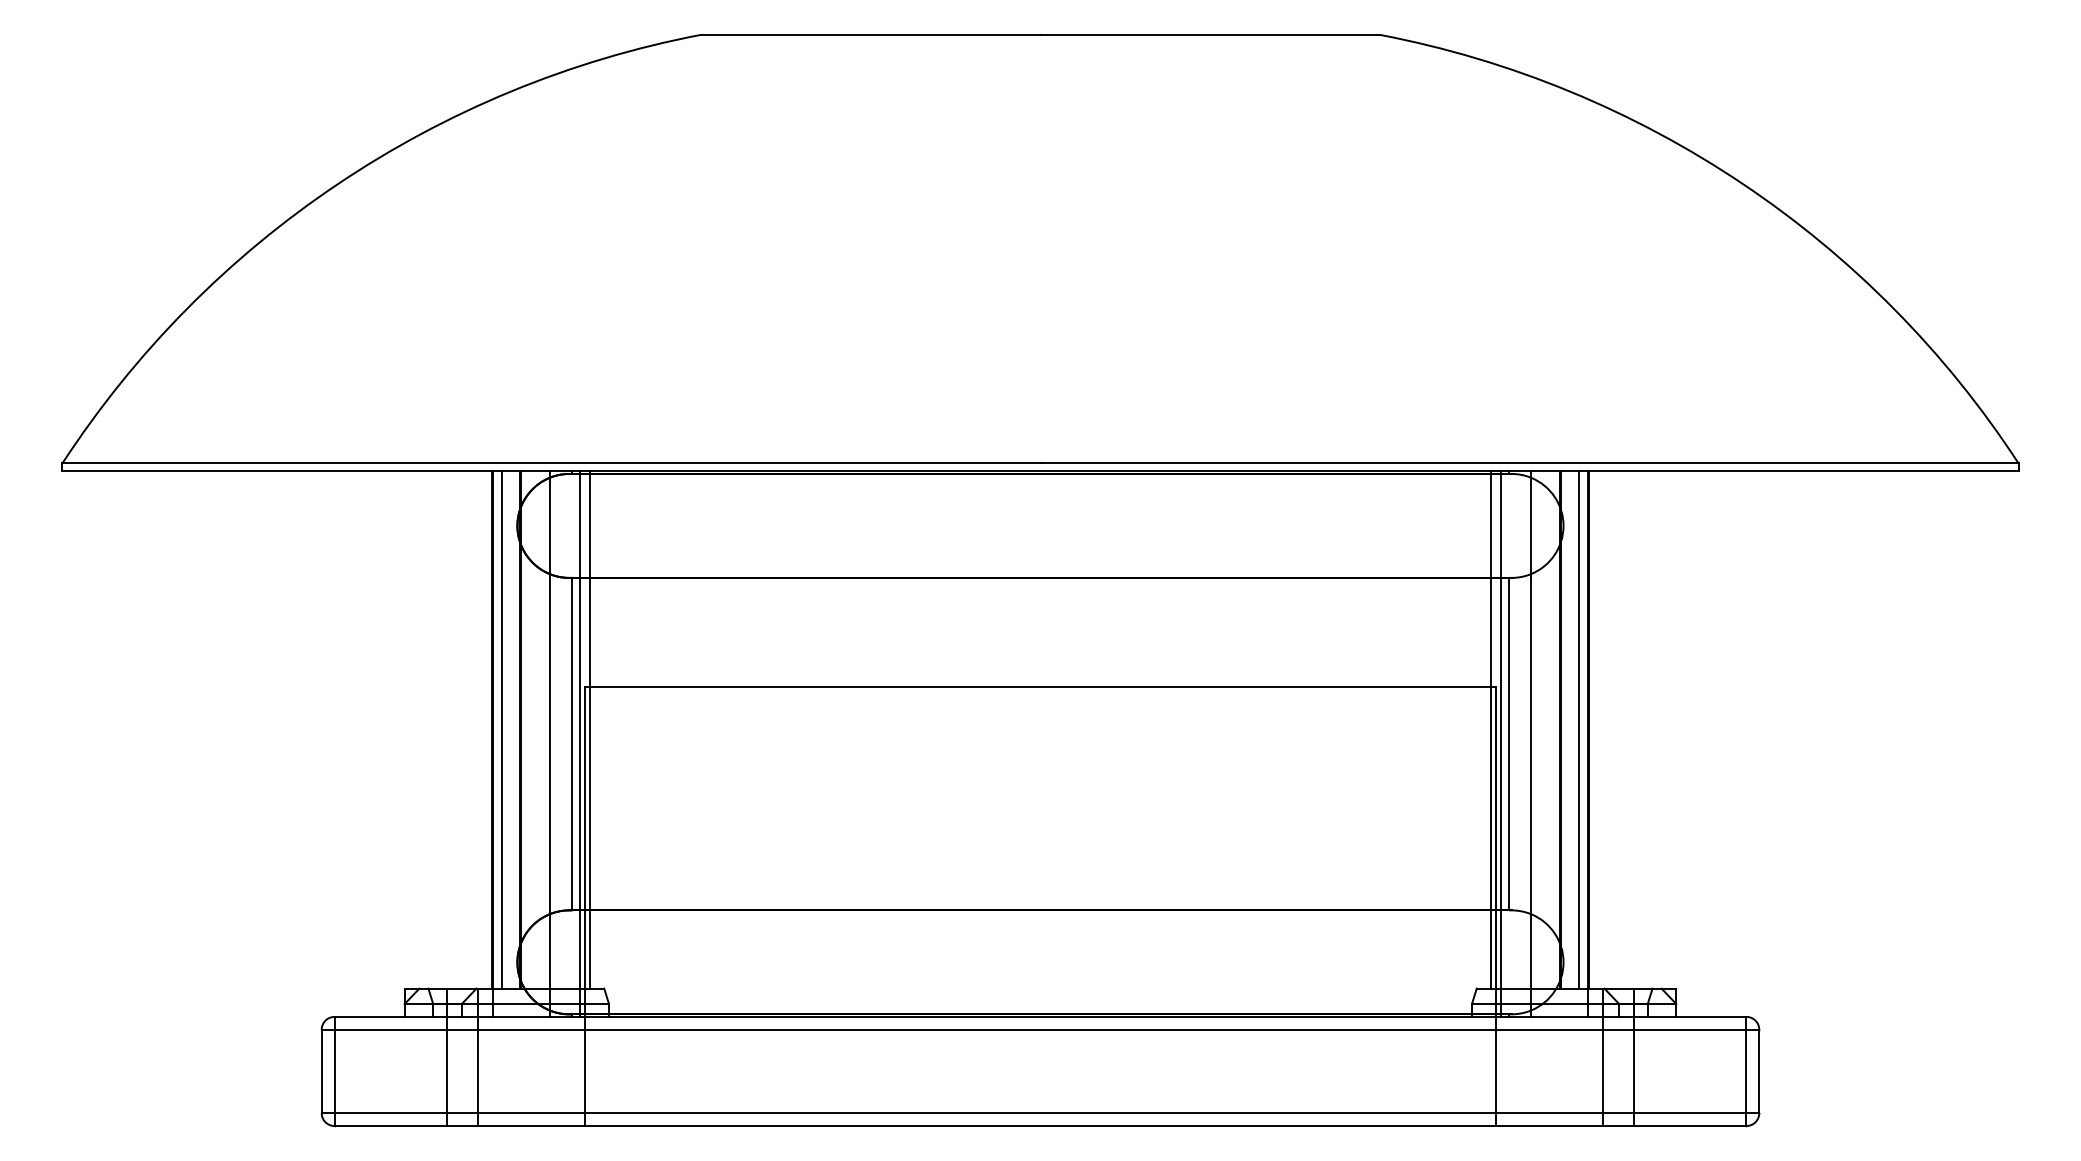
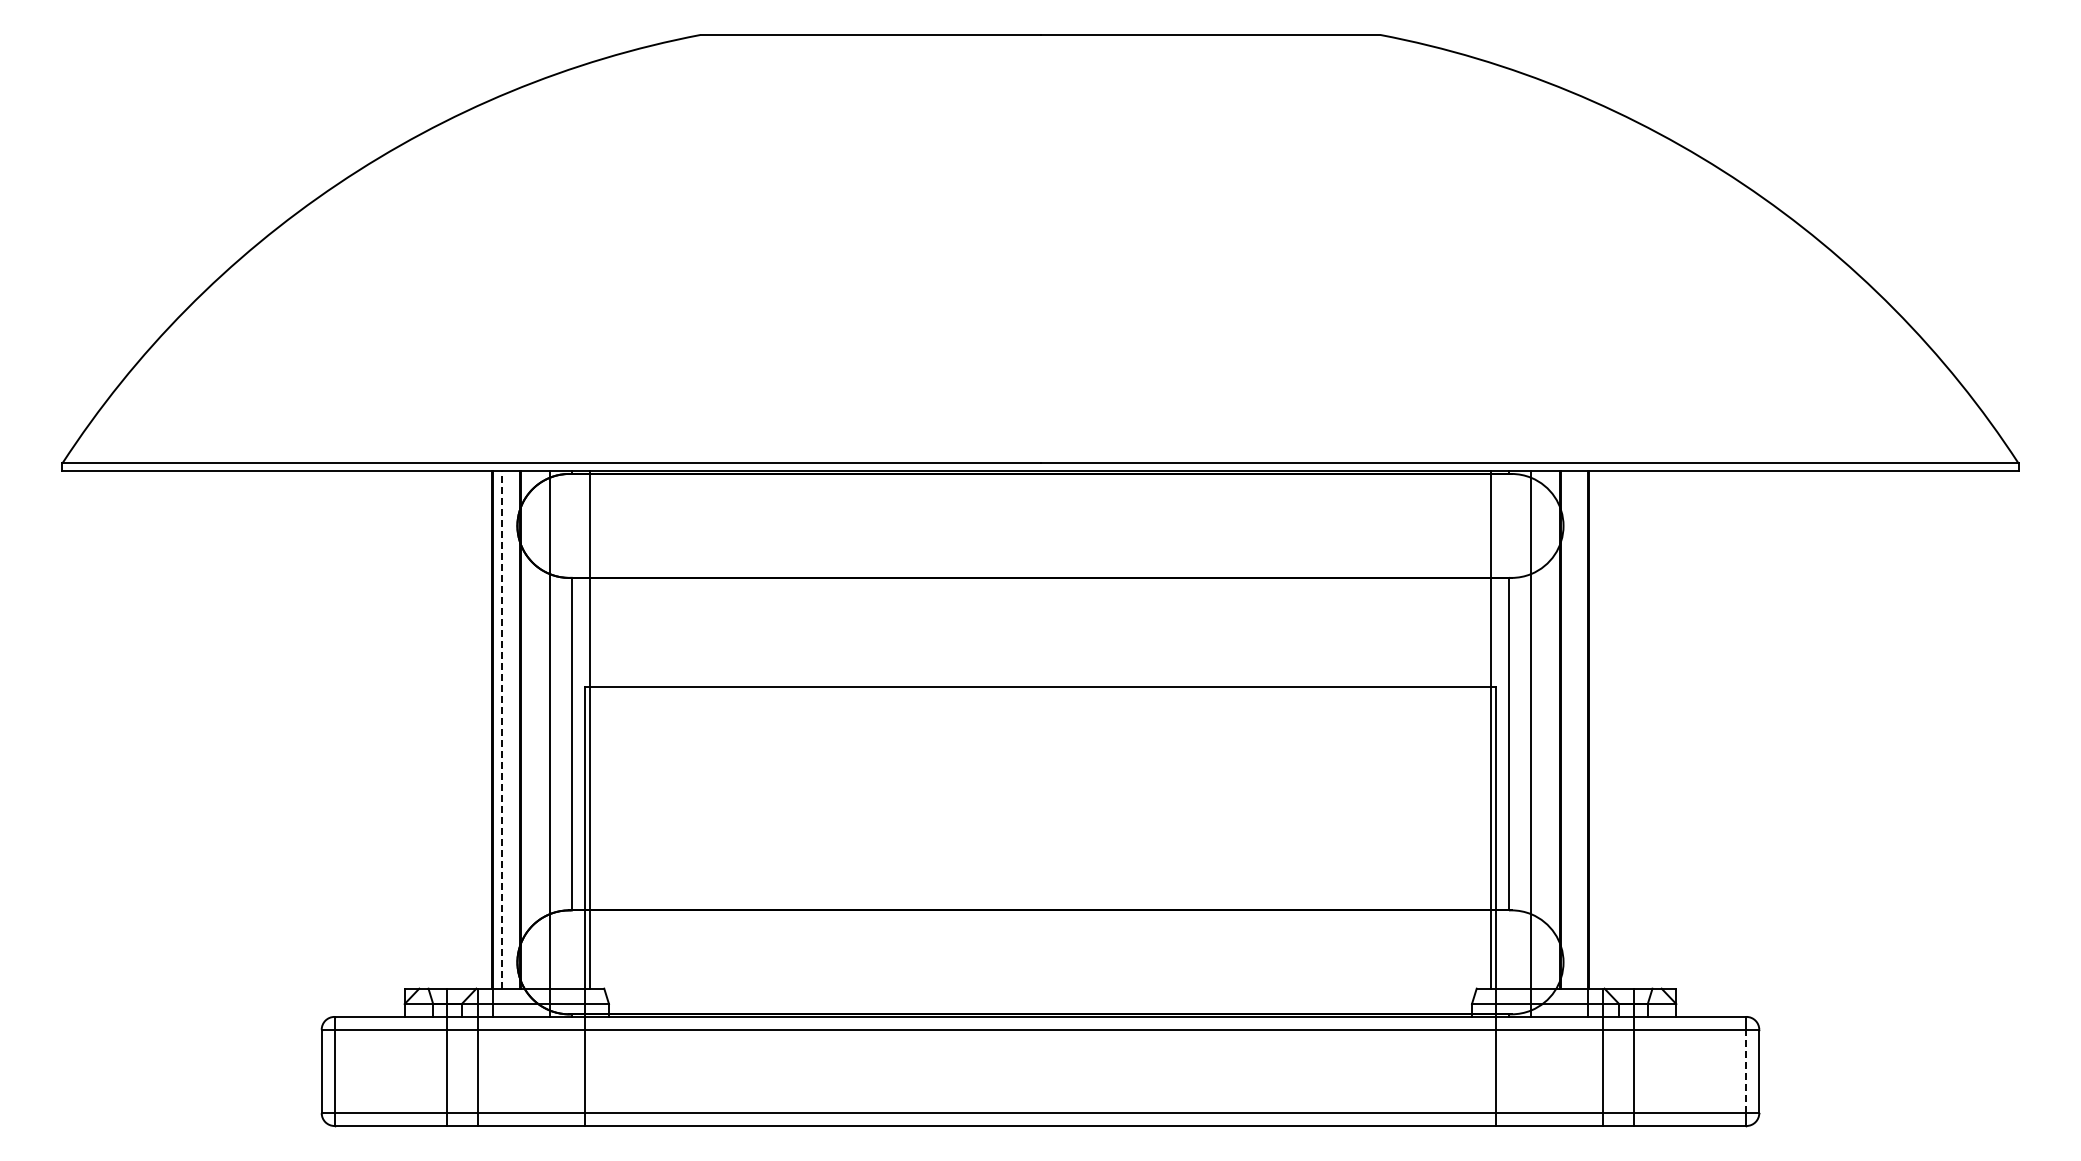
line at (1578, 729): present -> none
line at (502, 730): solid -> dashed
line at (580, 743): present -> none
line at (1500, 743): present -> none
line at (1746, 1071): solid -> dashed
